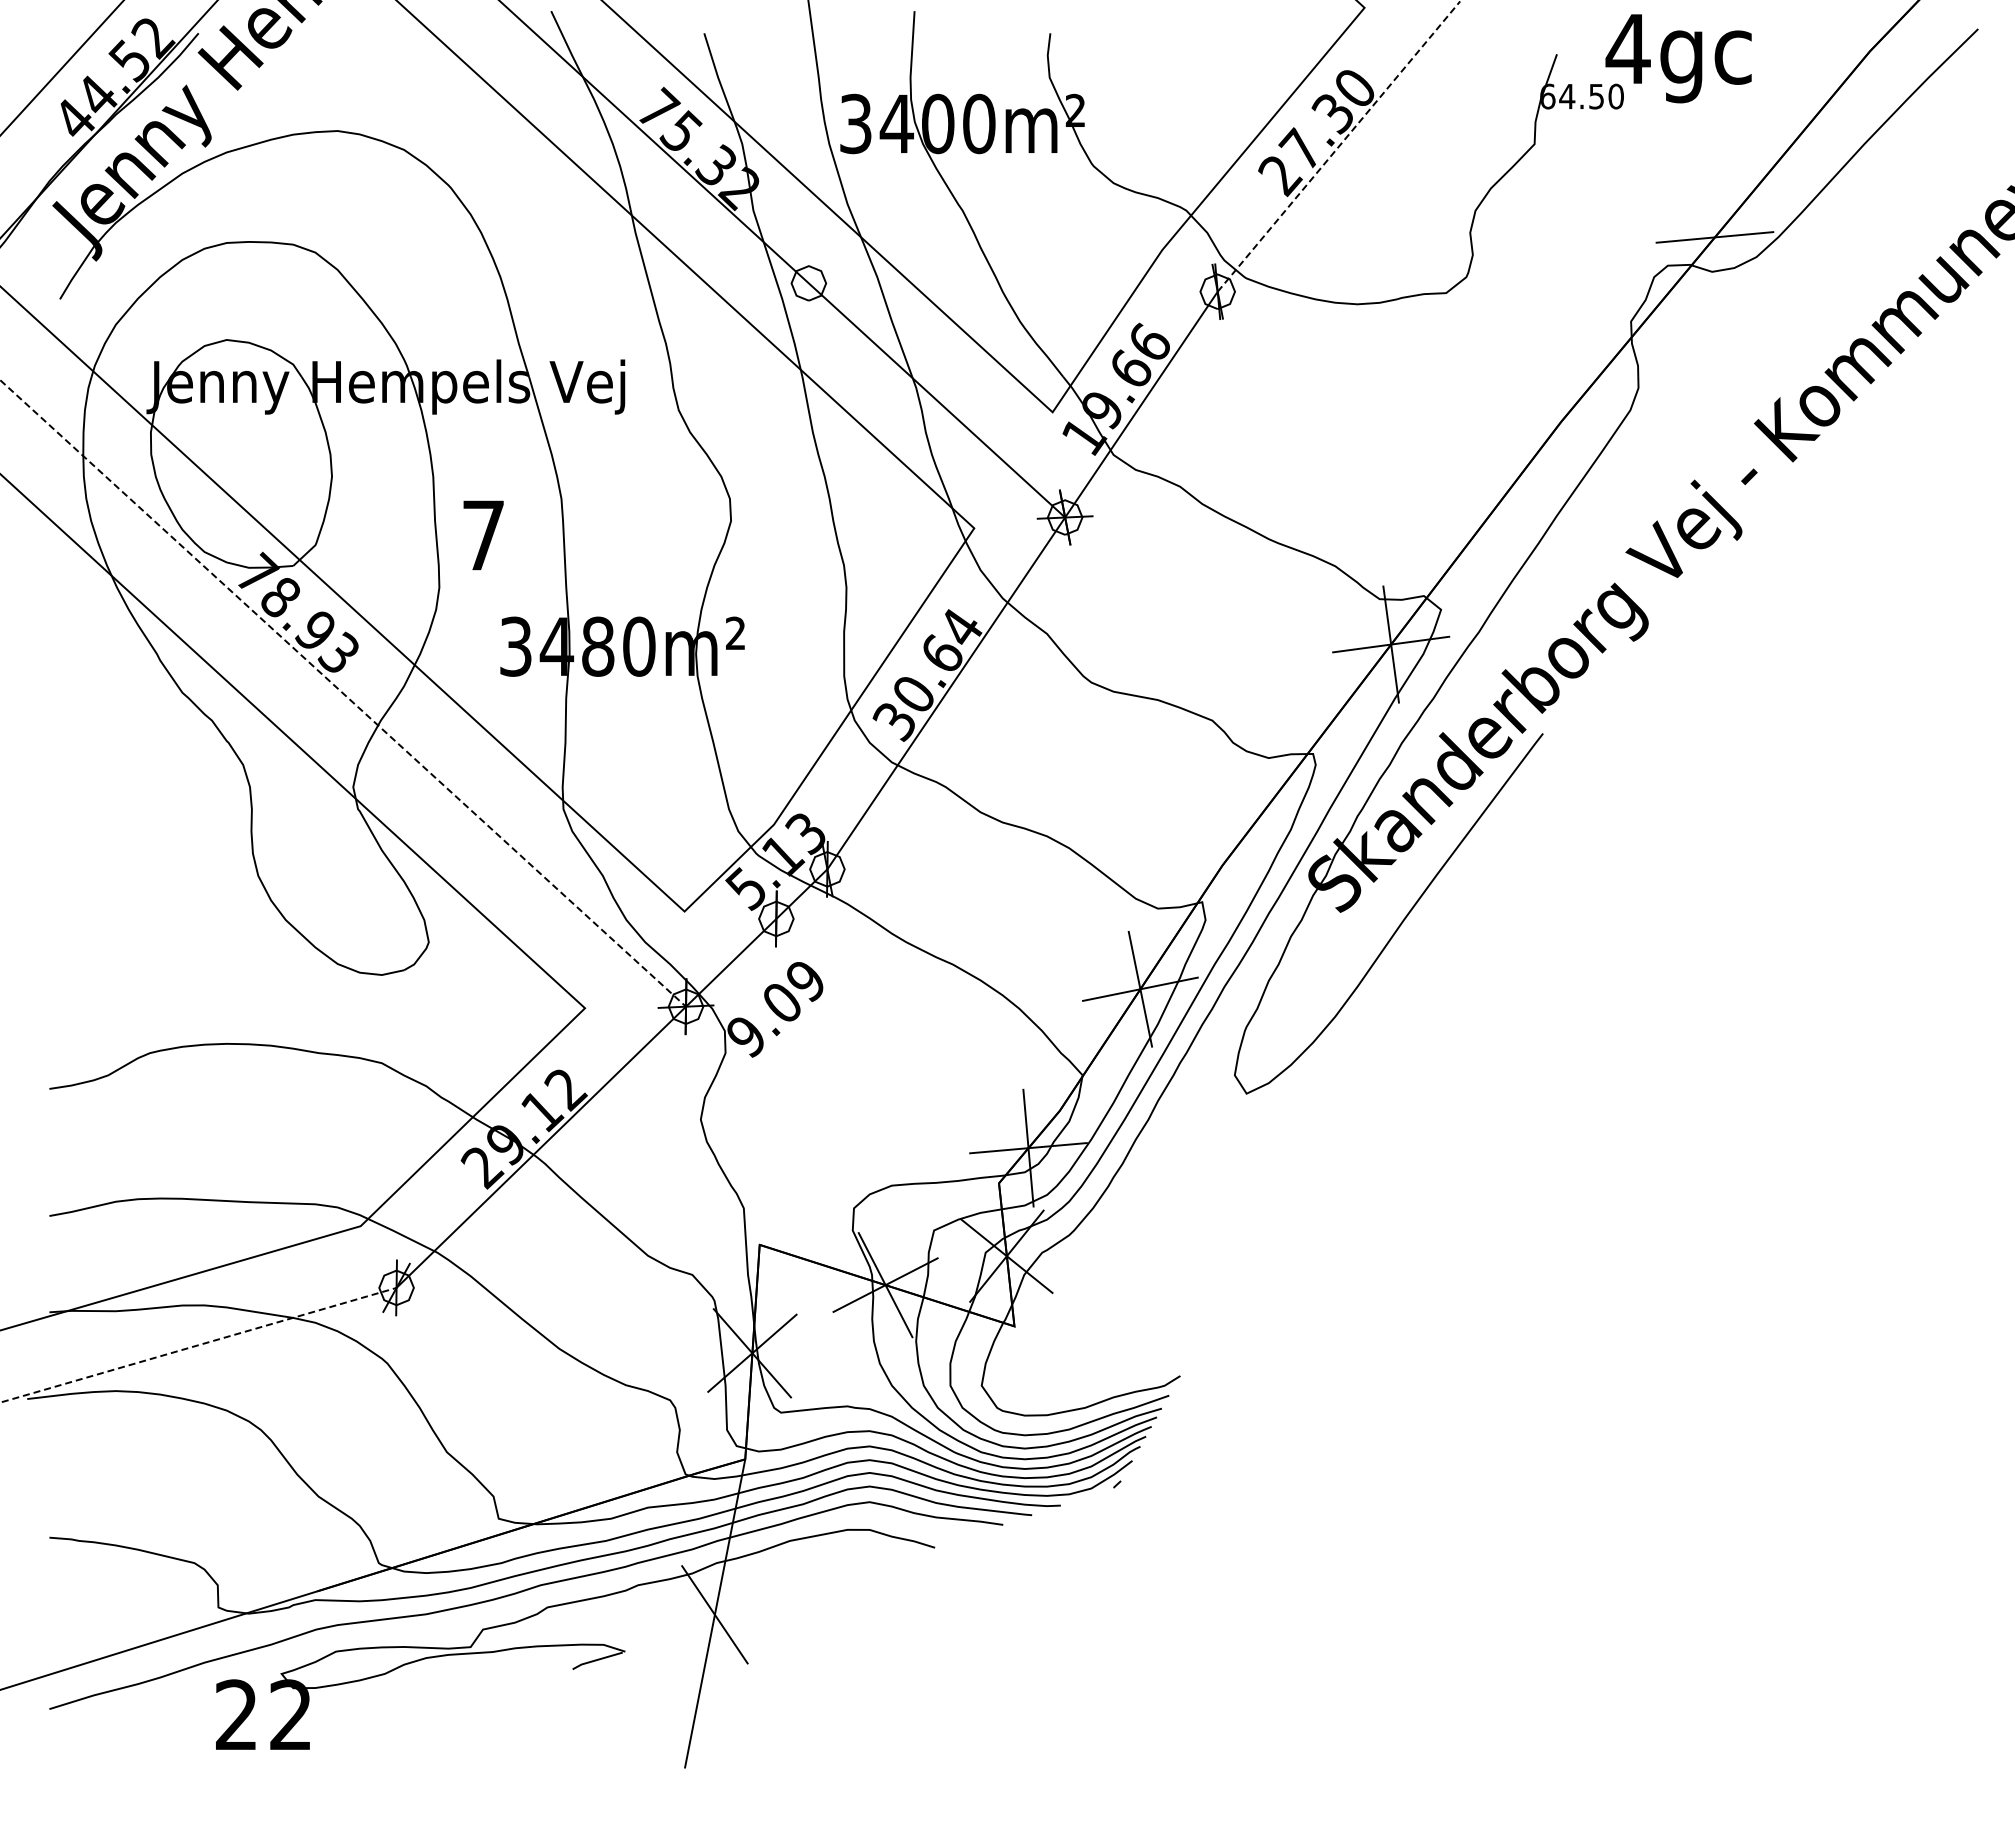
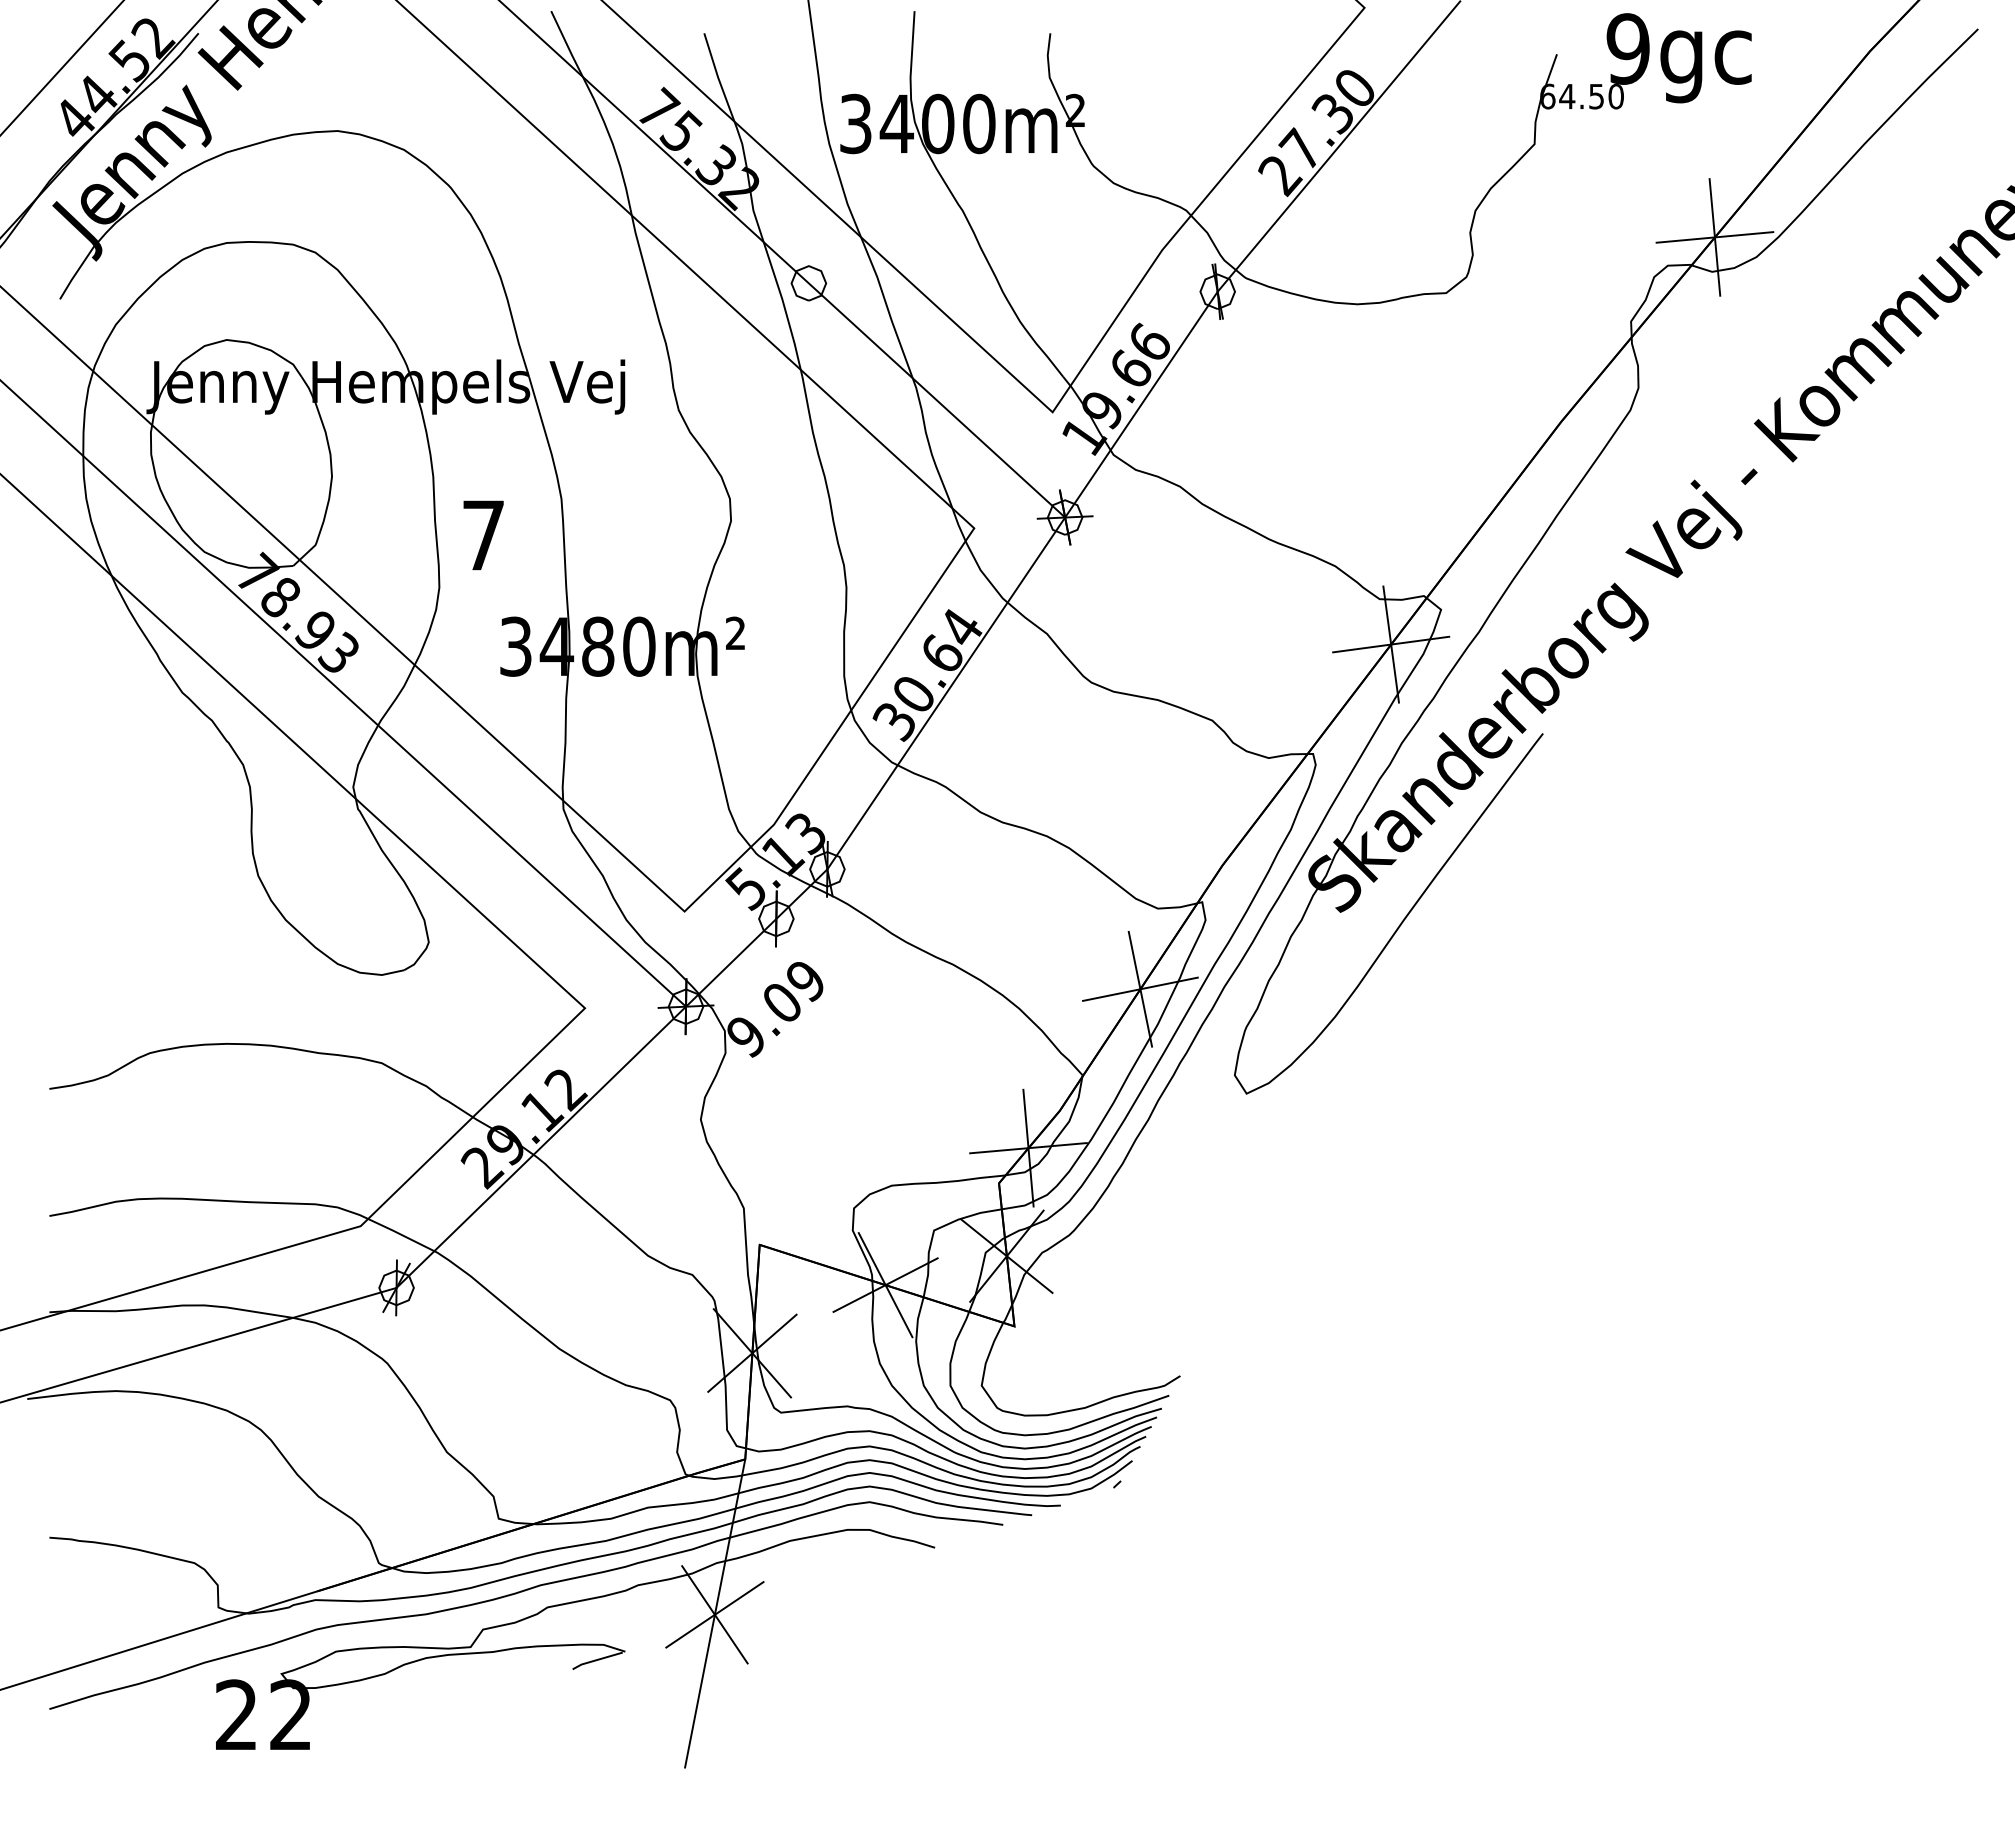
text at (1627, 48): 4gc -> 9gc
line at (1339, 146): dashed -> solid
line at (1714, 237): none -> present
line at (343, 693): dashed -> solid
line at (198, 1345): dashed -> solid
line at (714, 1614): none -> present
